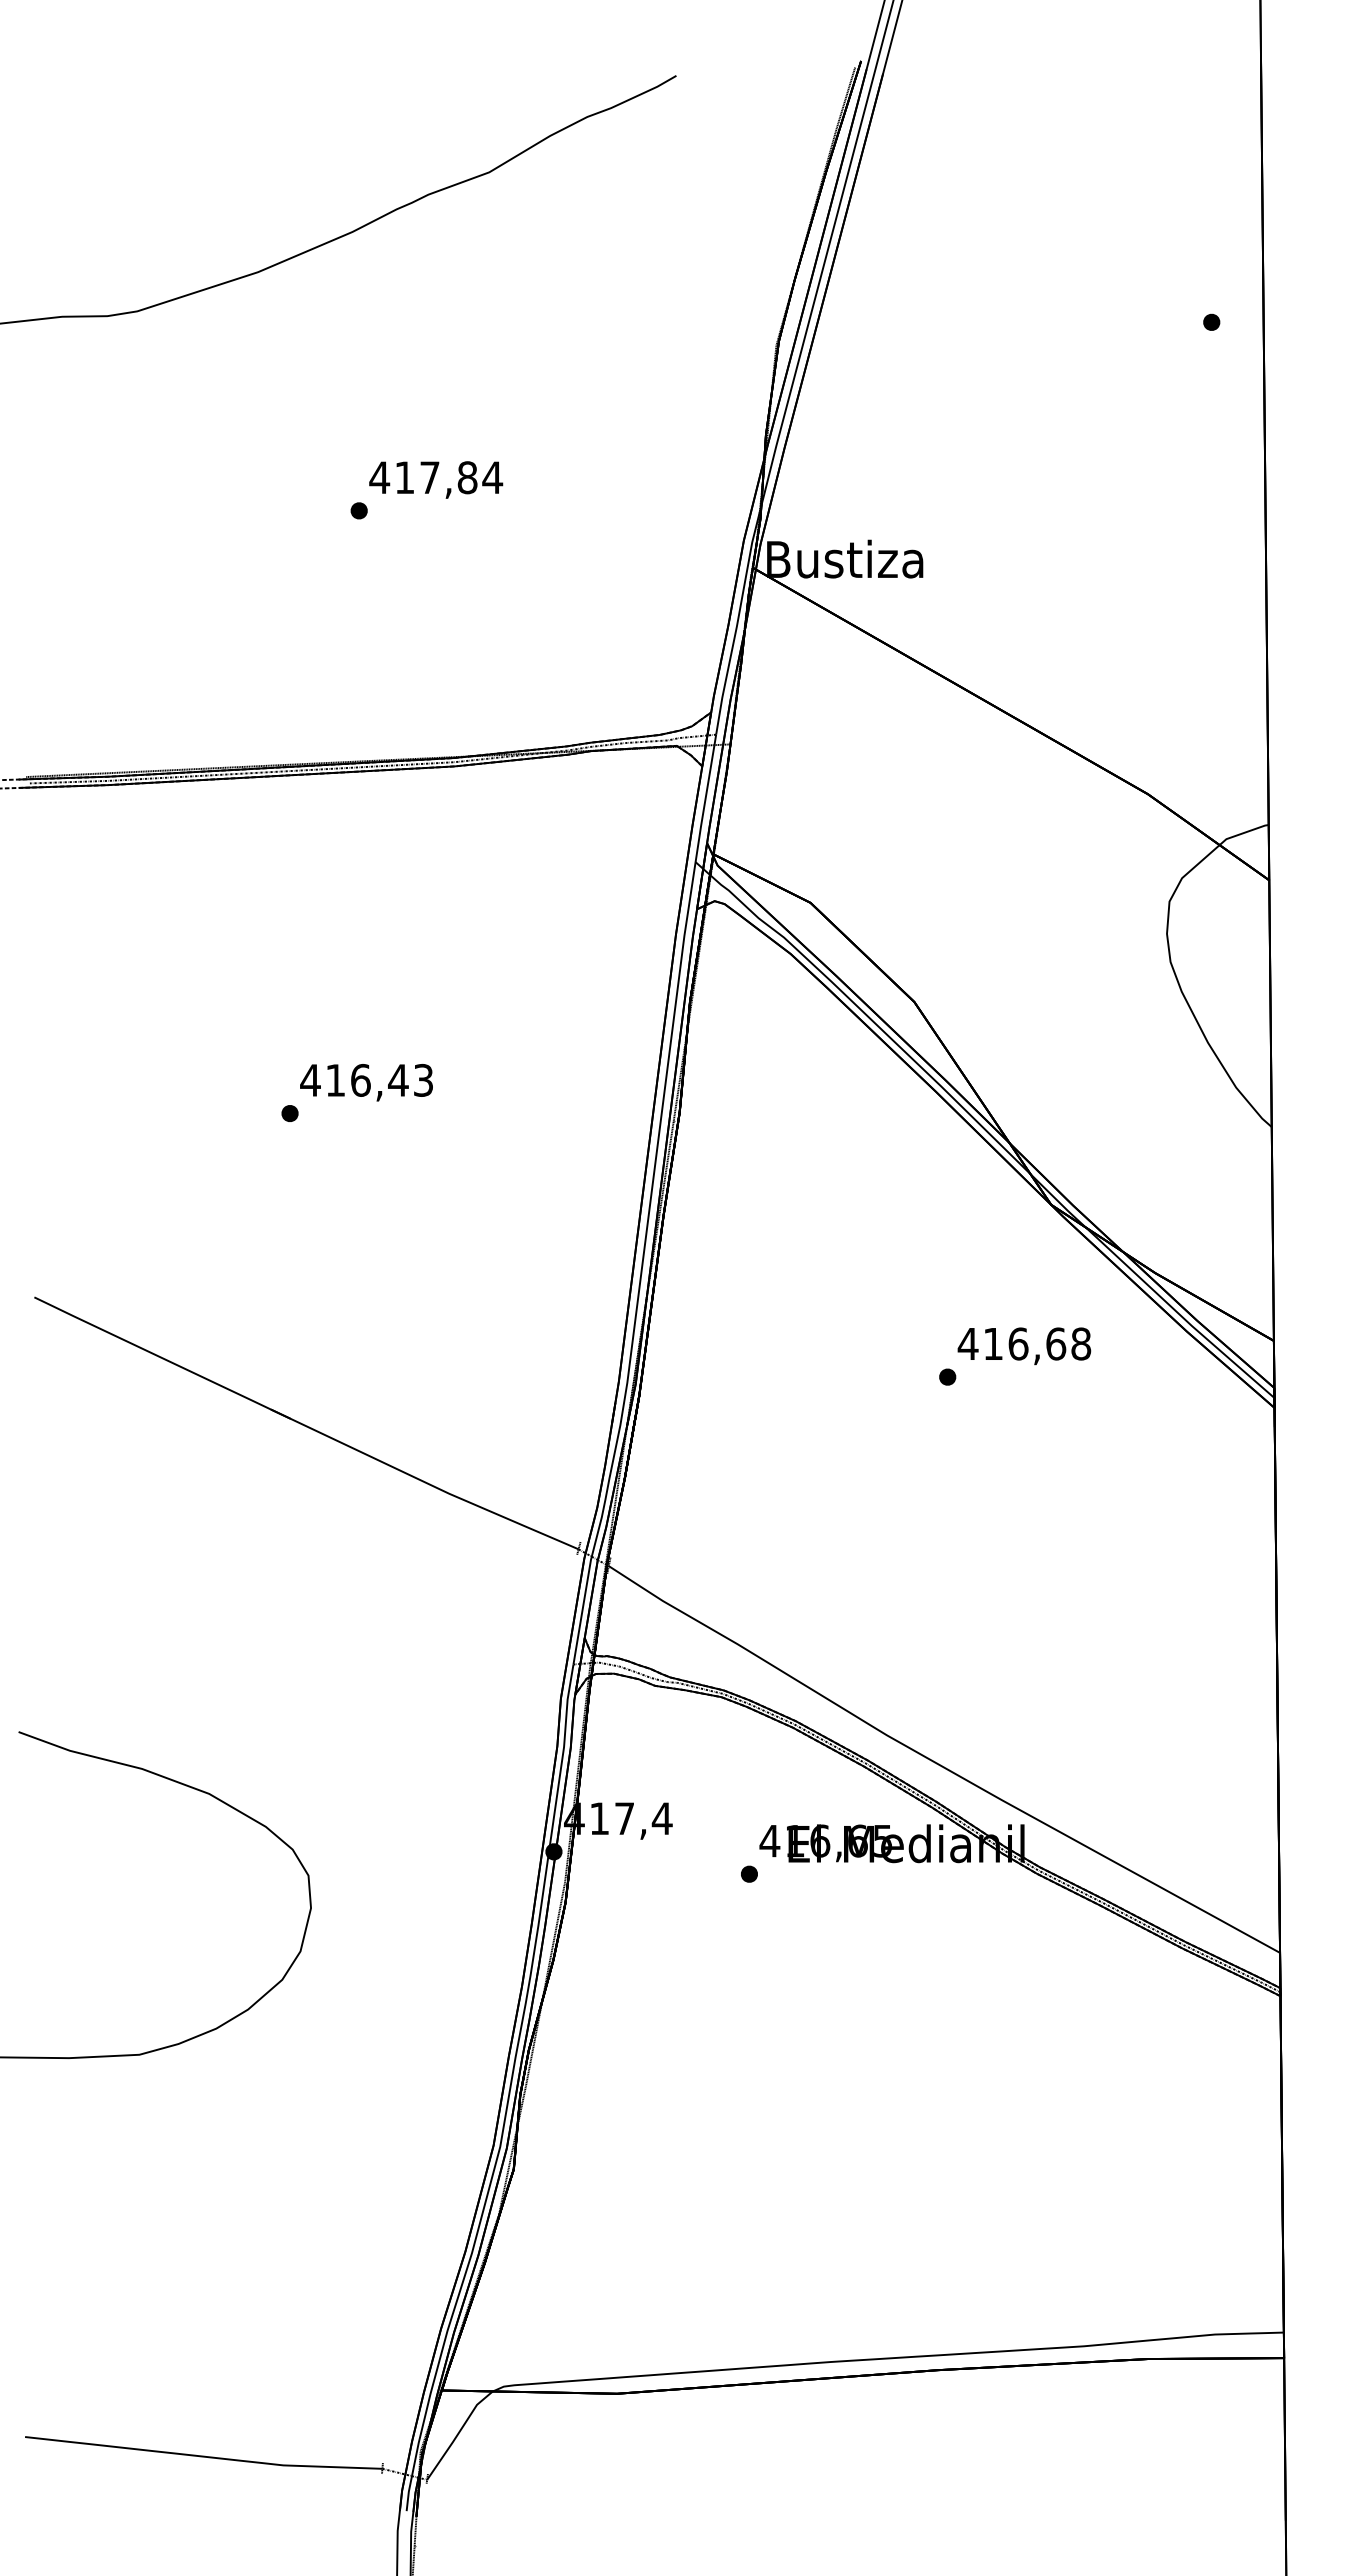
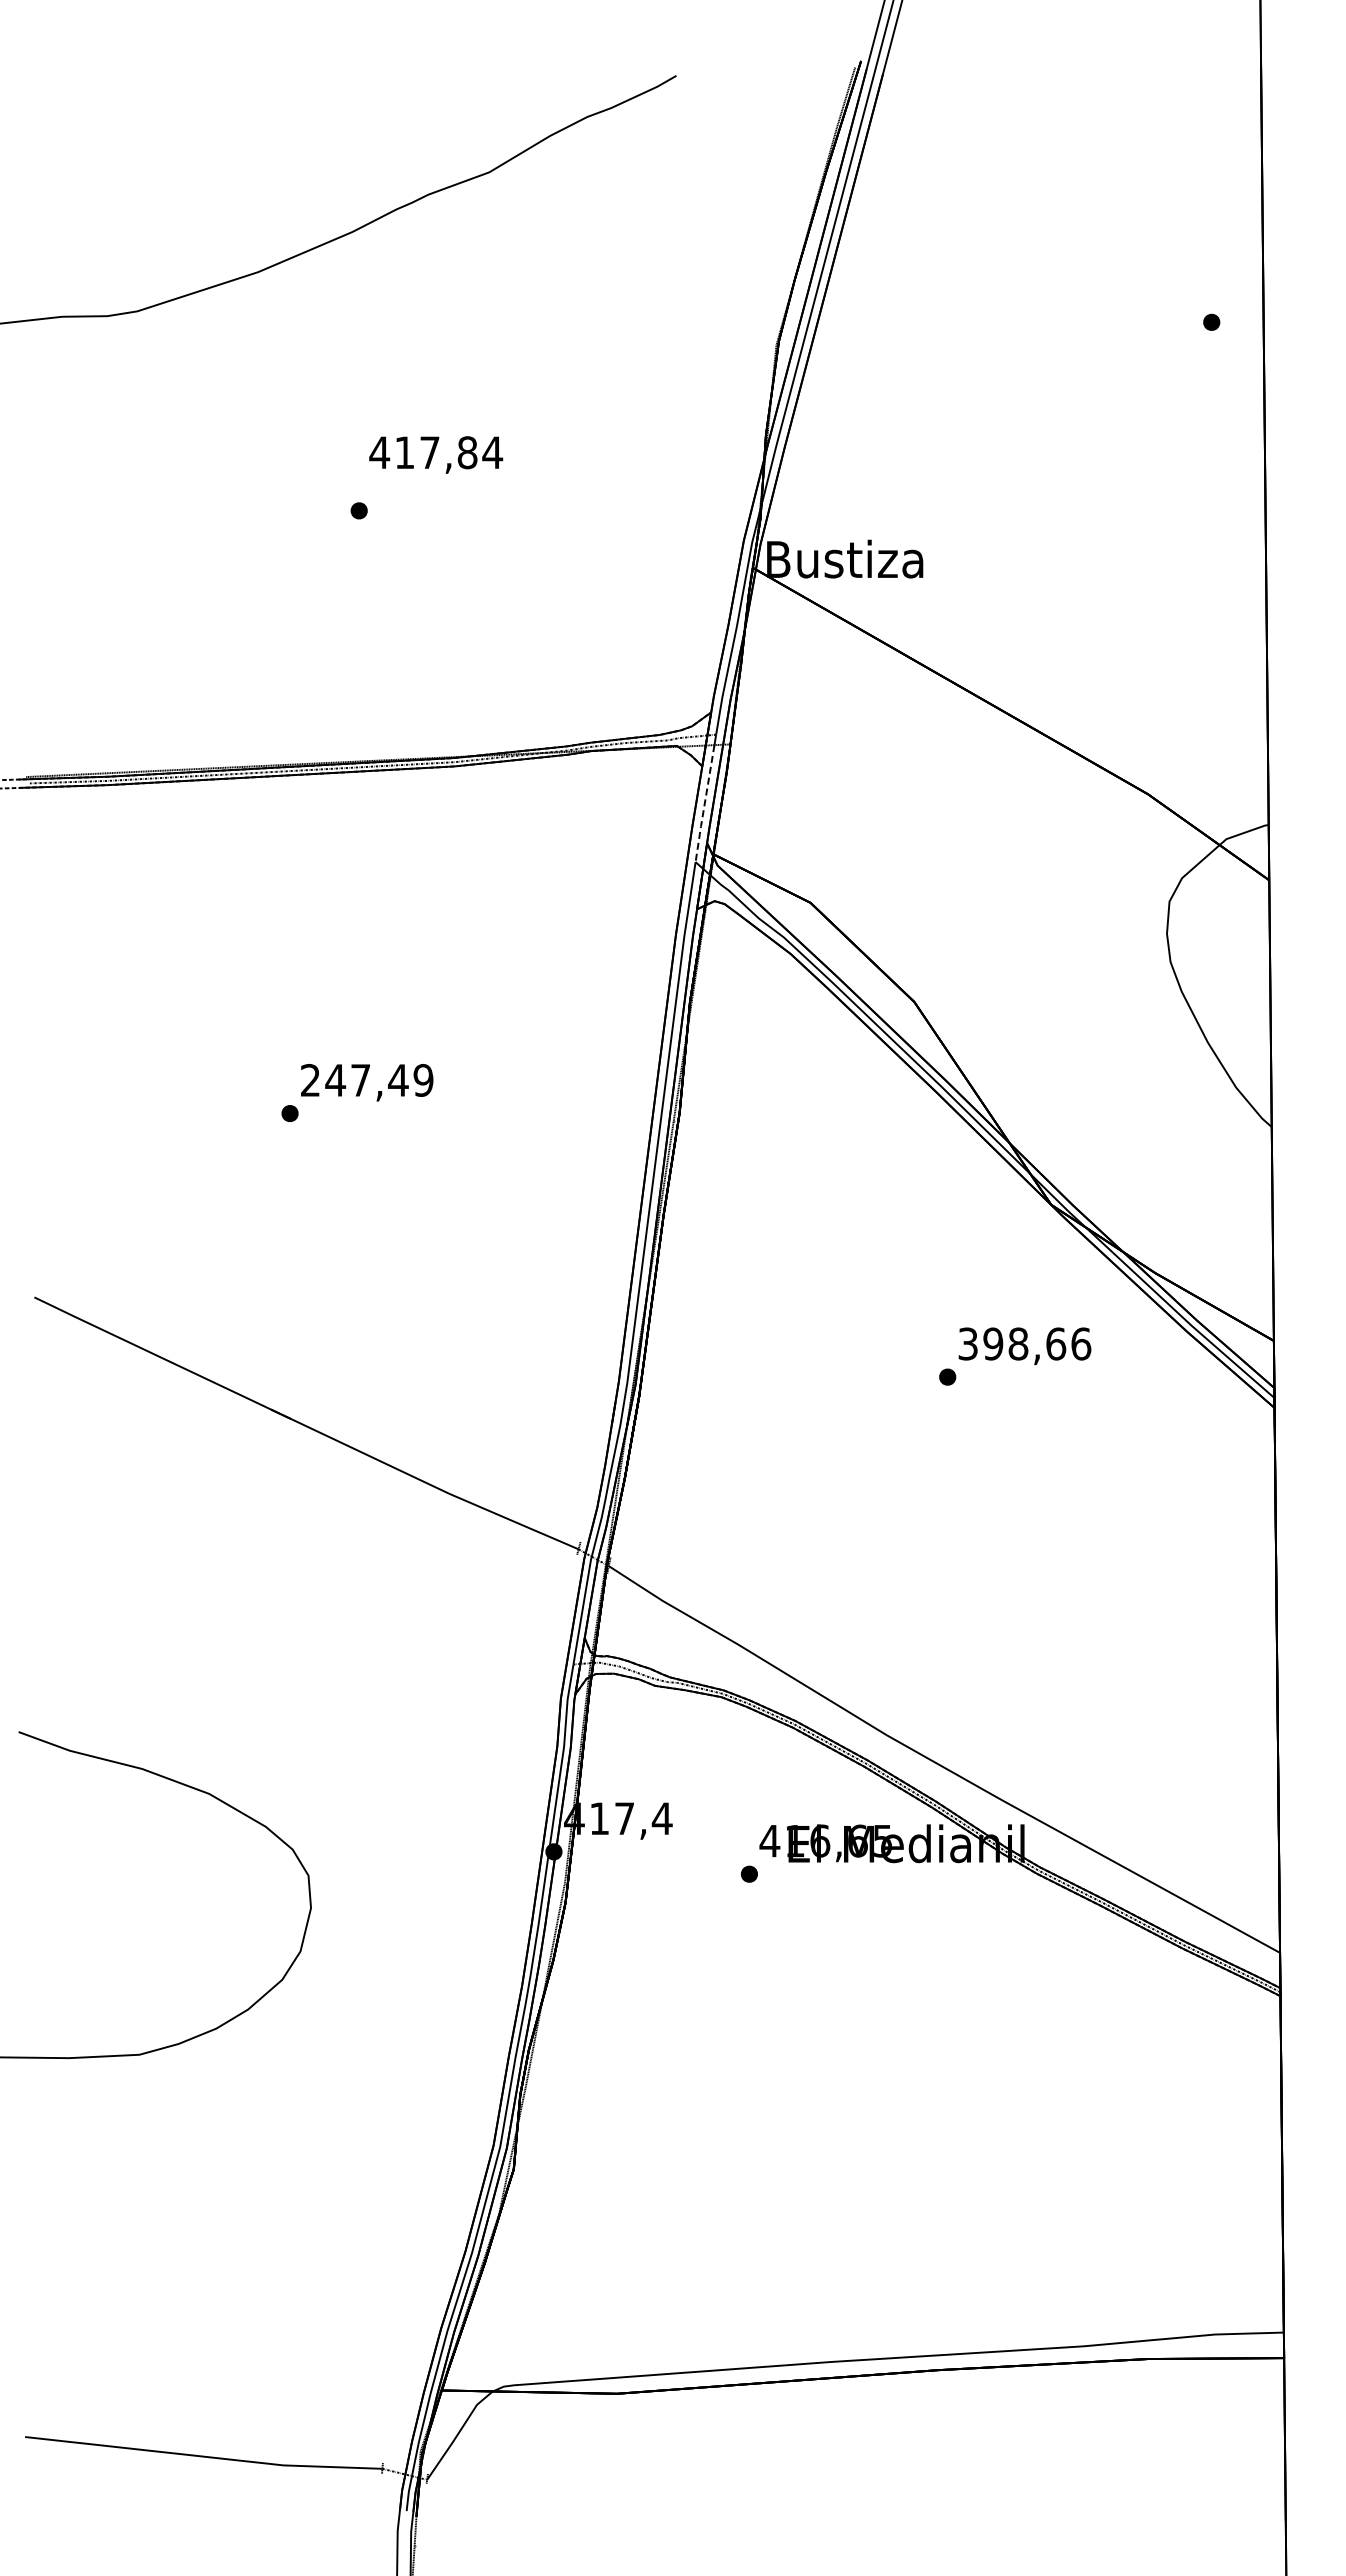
text at (436, 479) position: (436, 479) -> (436, 454)
line at (704, 804): solid -> dashed
text at (366, 1079): 416,43 -> 247,49
text at (1024, 1343): 416,68 -> 398,66
